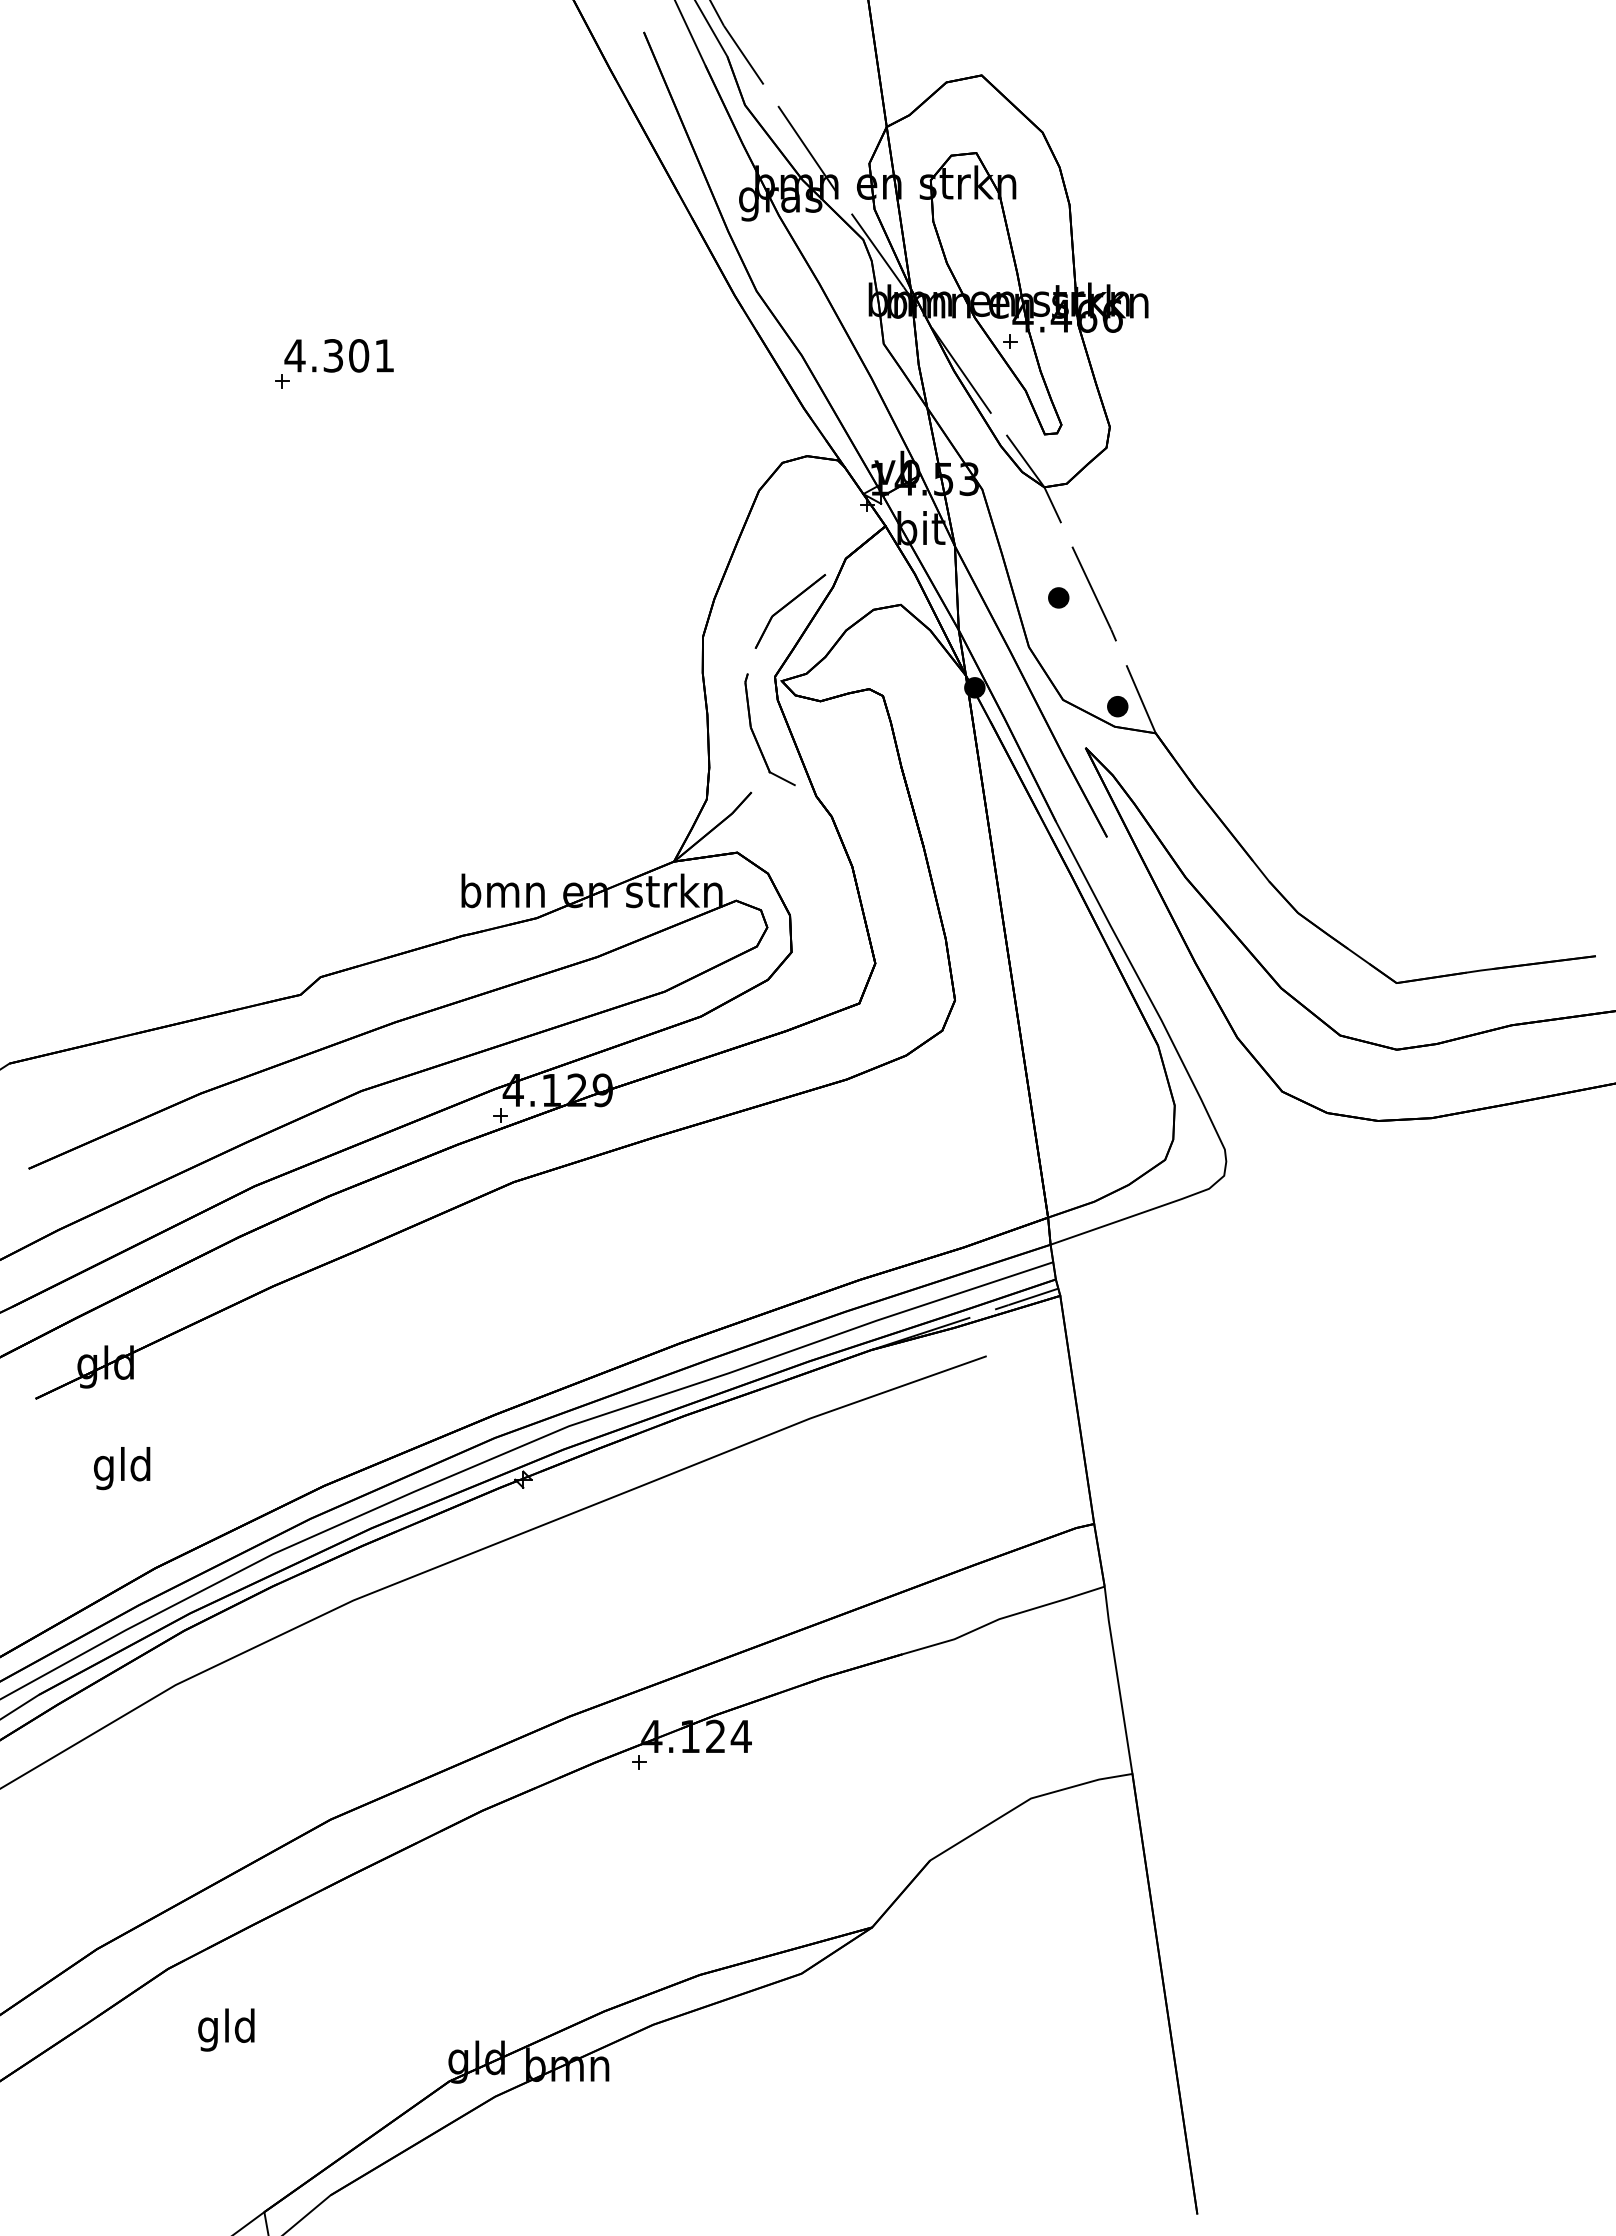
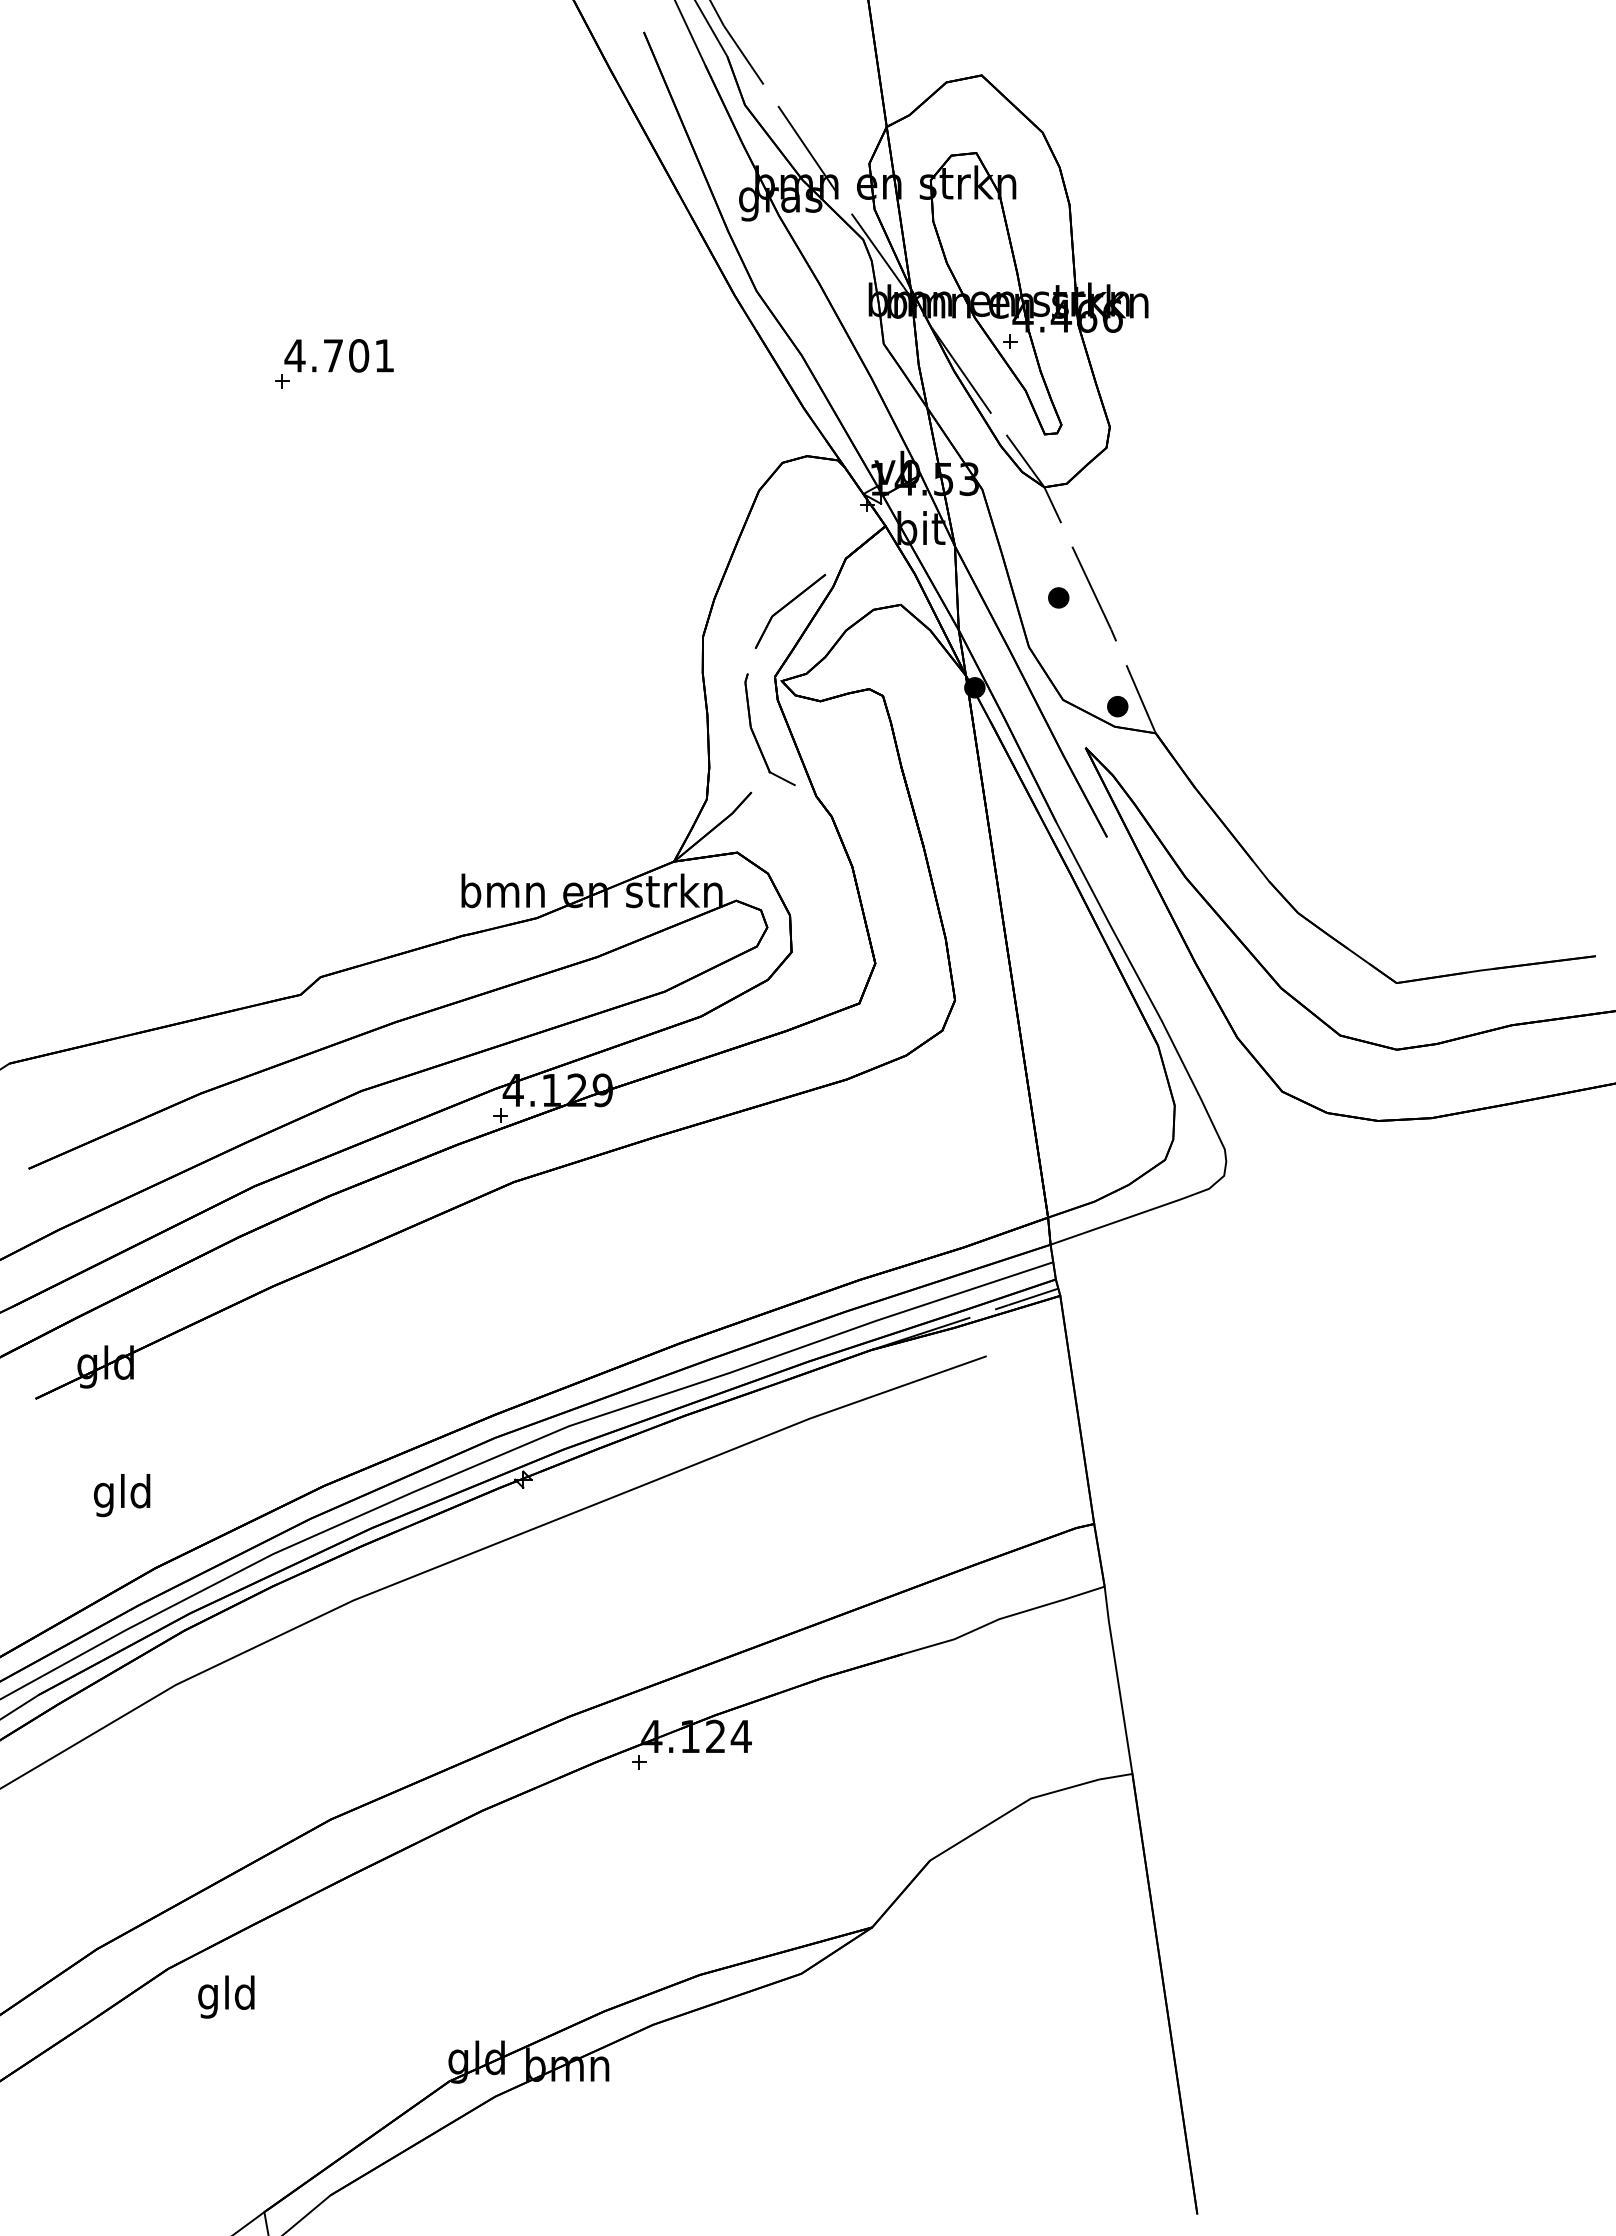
text at (333, 355): 4.301 -> 4.701
text at (122, 1468) position: (122, 1468) -> (122, 1495)
text at (226, 2029) position: (226, 2029) -> (226, 1996)
